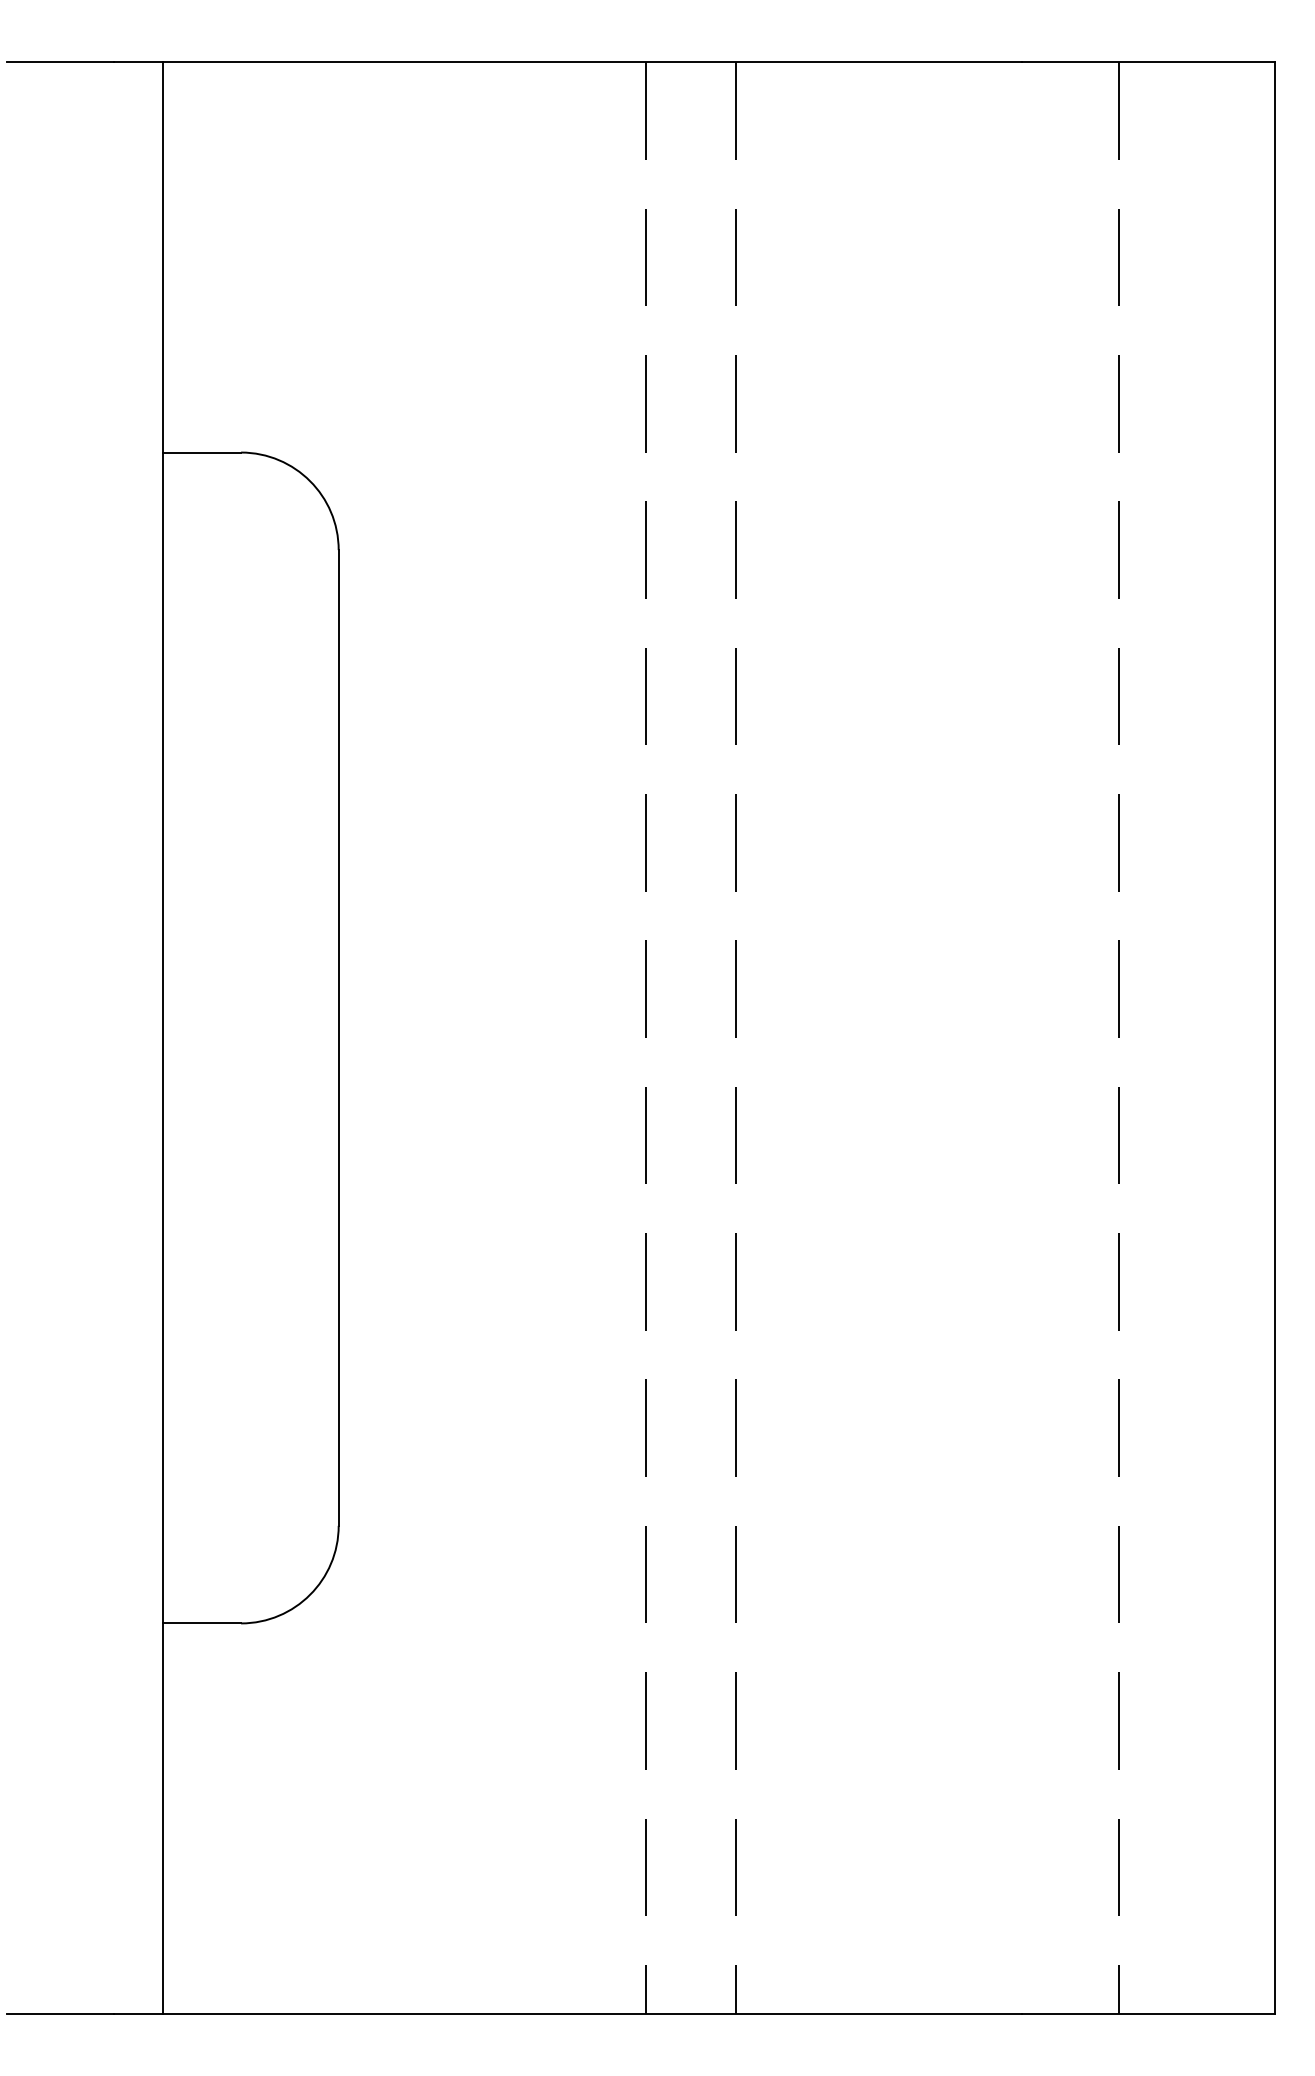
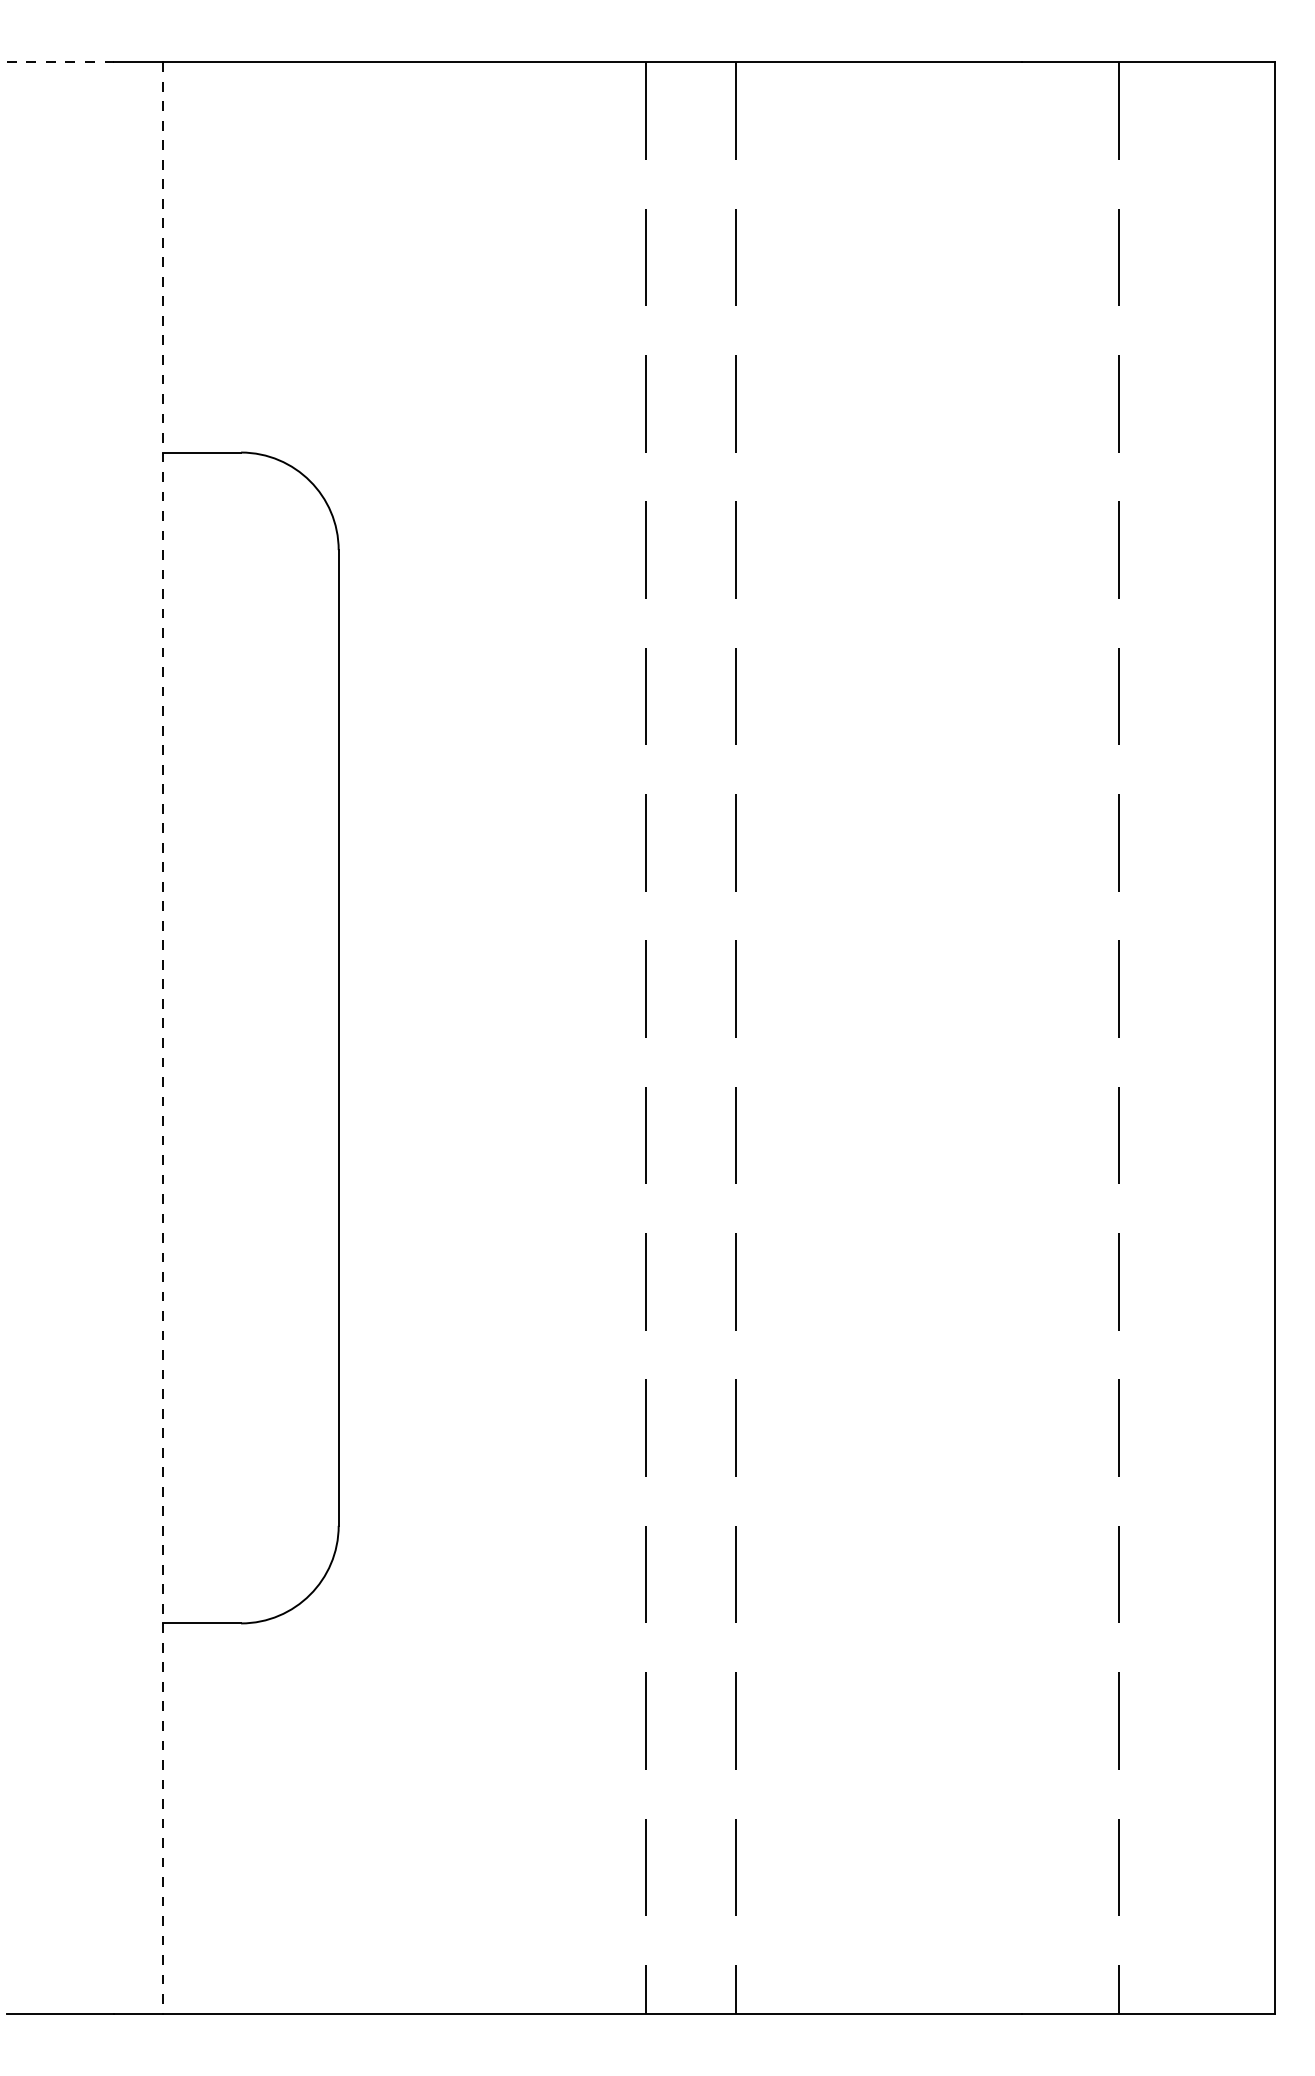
line at (60, 62): solid -> dashed
line at (163, 1037): solid -> dashed
